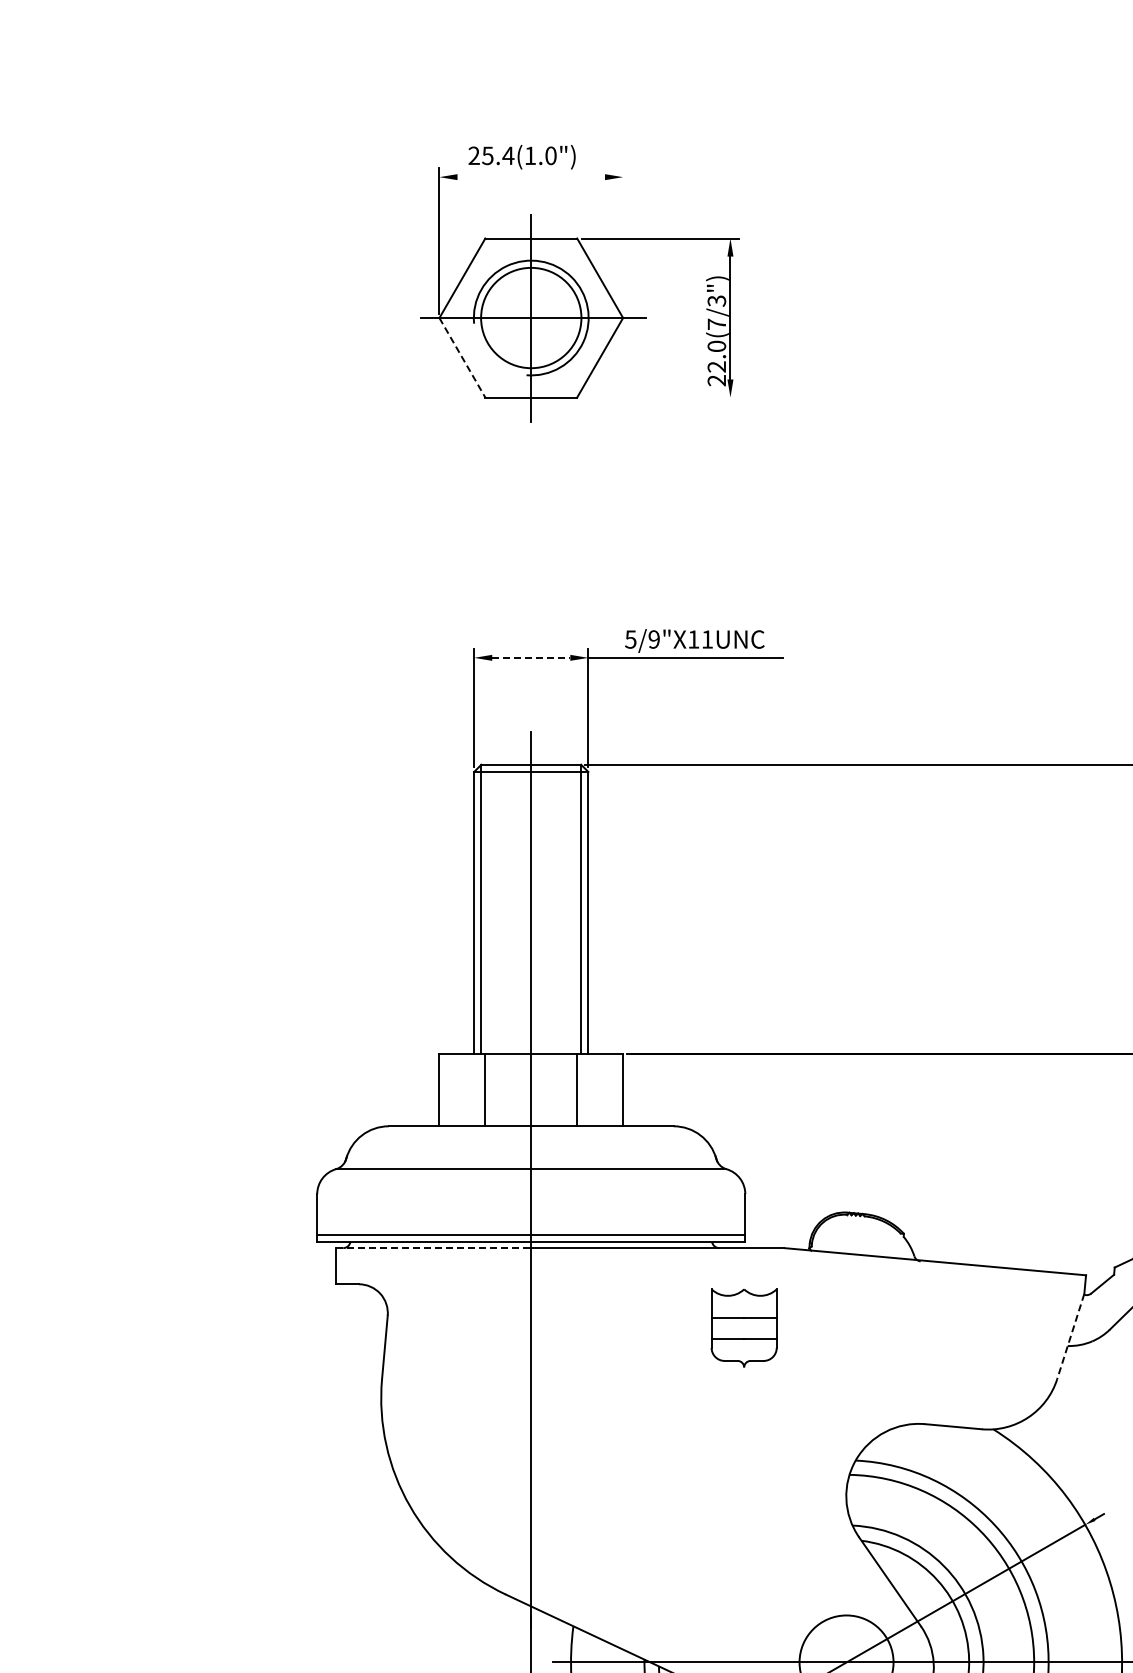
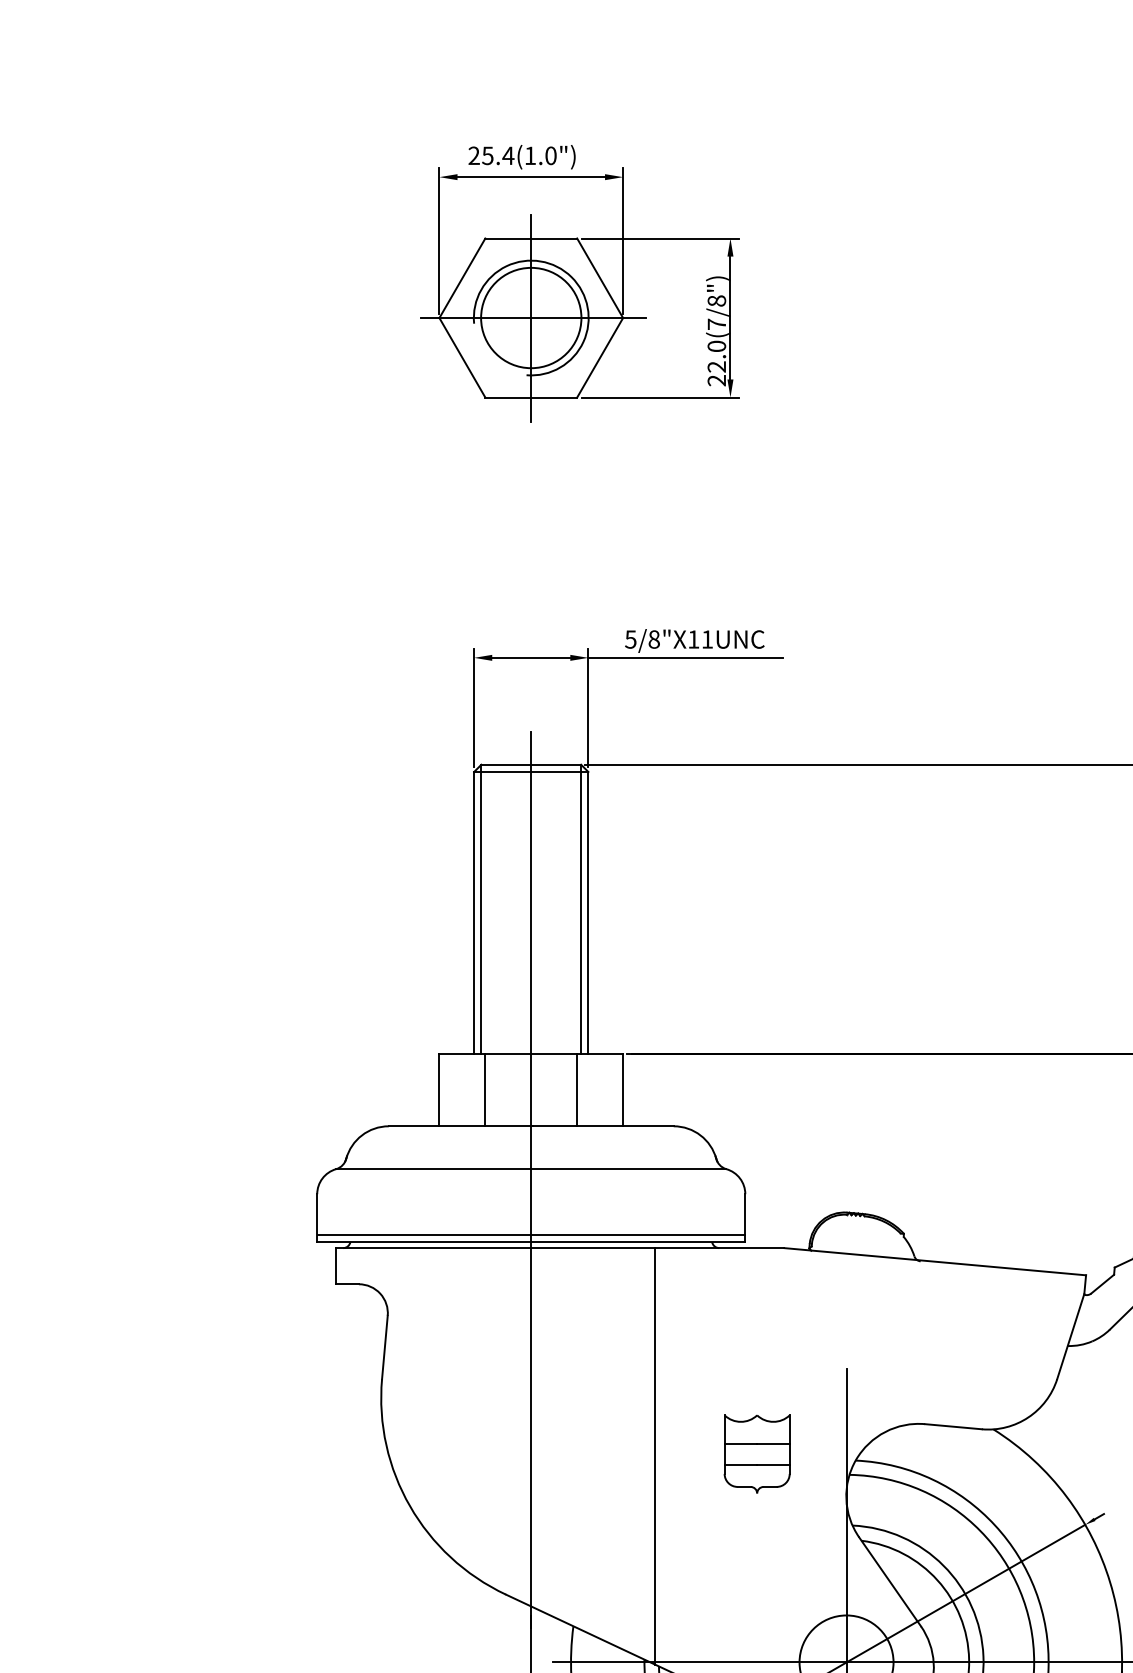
line at (531, 177): none -> present
line at (623, 240): none -> present
text at (716, 300): 22.0(7/3") -> 22.0(7/8")
line at (462, 357): dashed -> solid
line at (660, 397): none -> present
text at (653, 639): 5/9"X11UNC -> 5/8"X11UNC
line at (531, 657): dashed -> solid
line at (433, 1248): dashed -> solid
part at (743, 1327) position: (743, 1327) -> (756, 1453)
line at (1070, 1336): dashed -> solid
line at (655, 1456): none -> present
line at (846, 1518): none -> present
